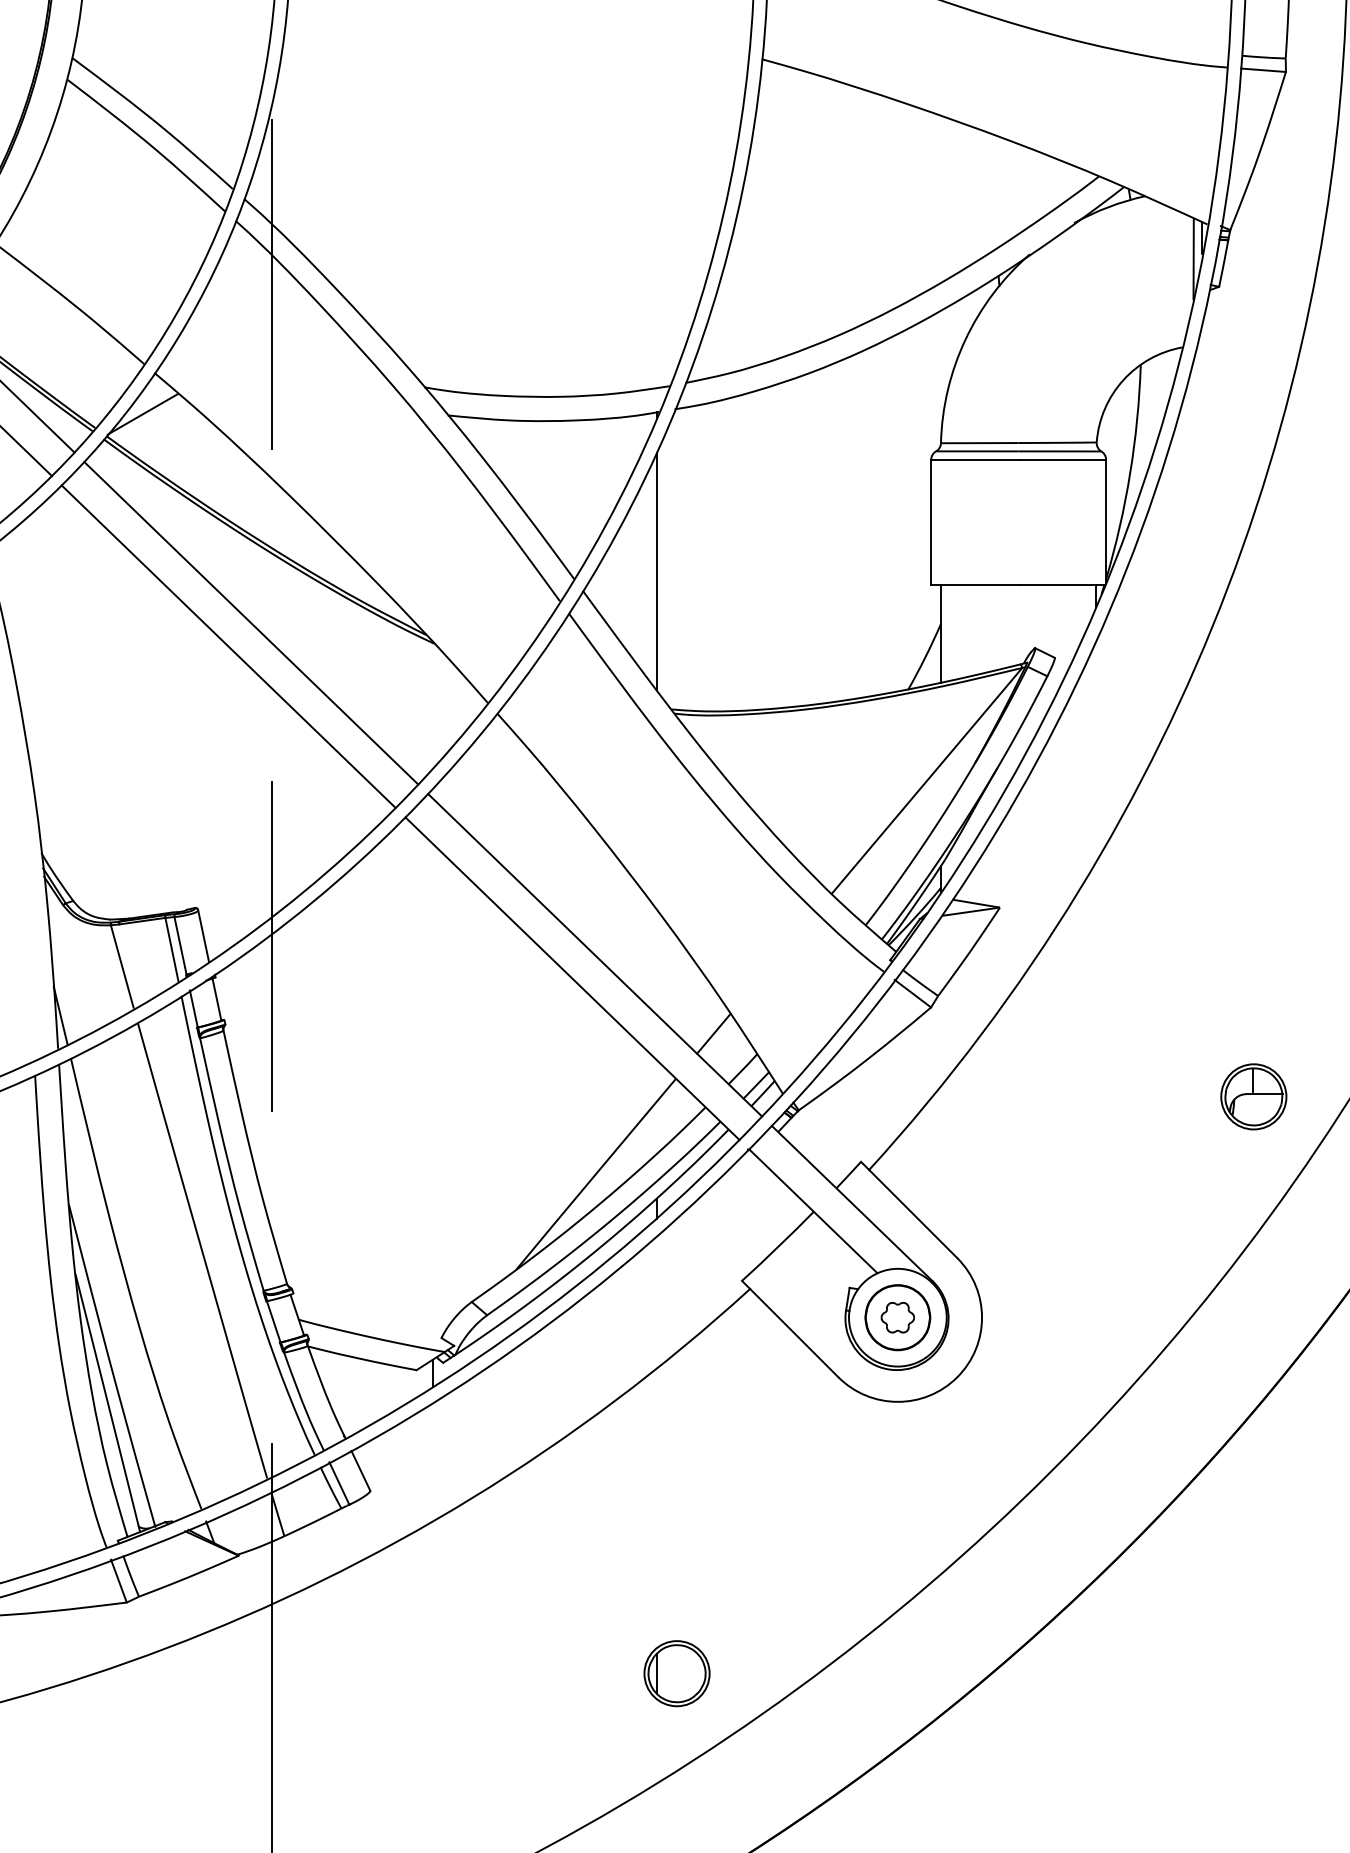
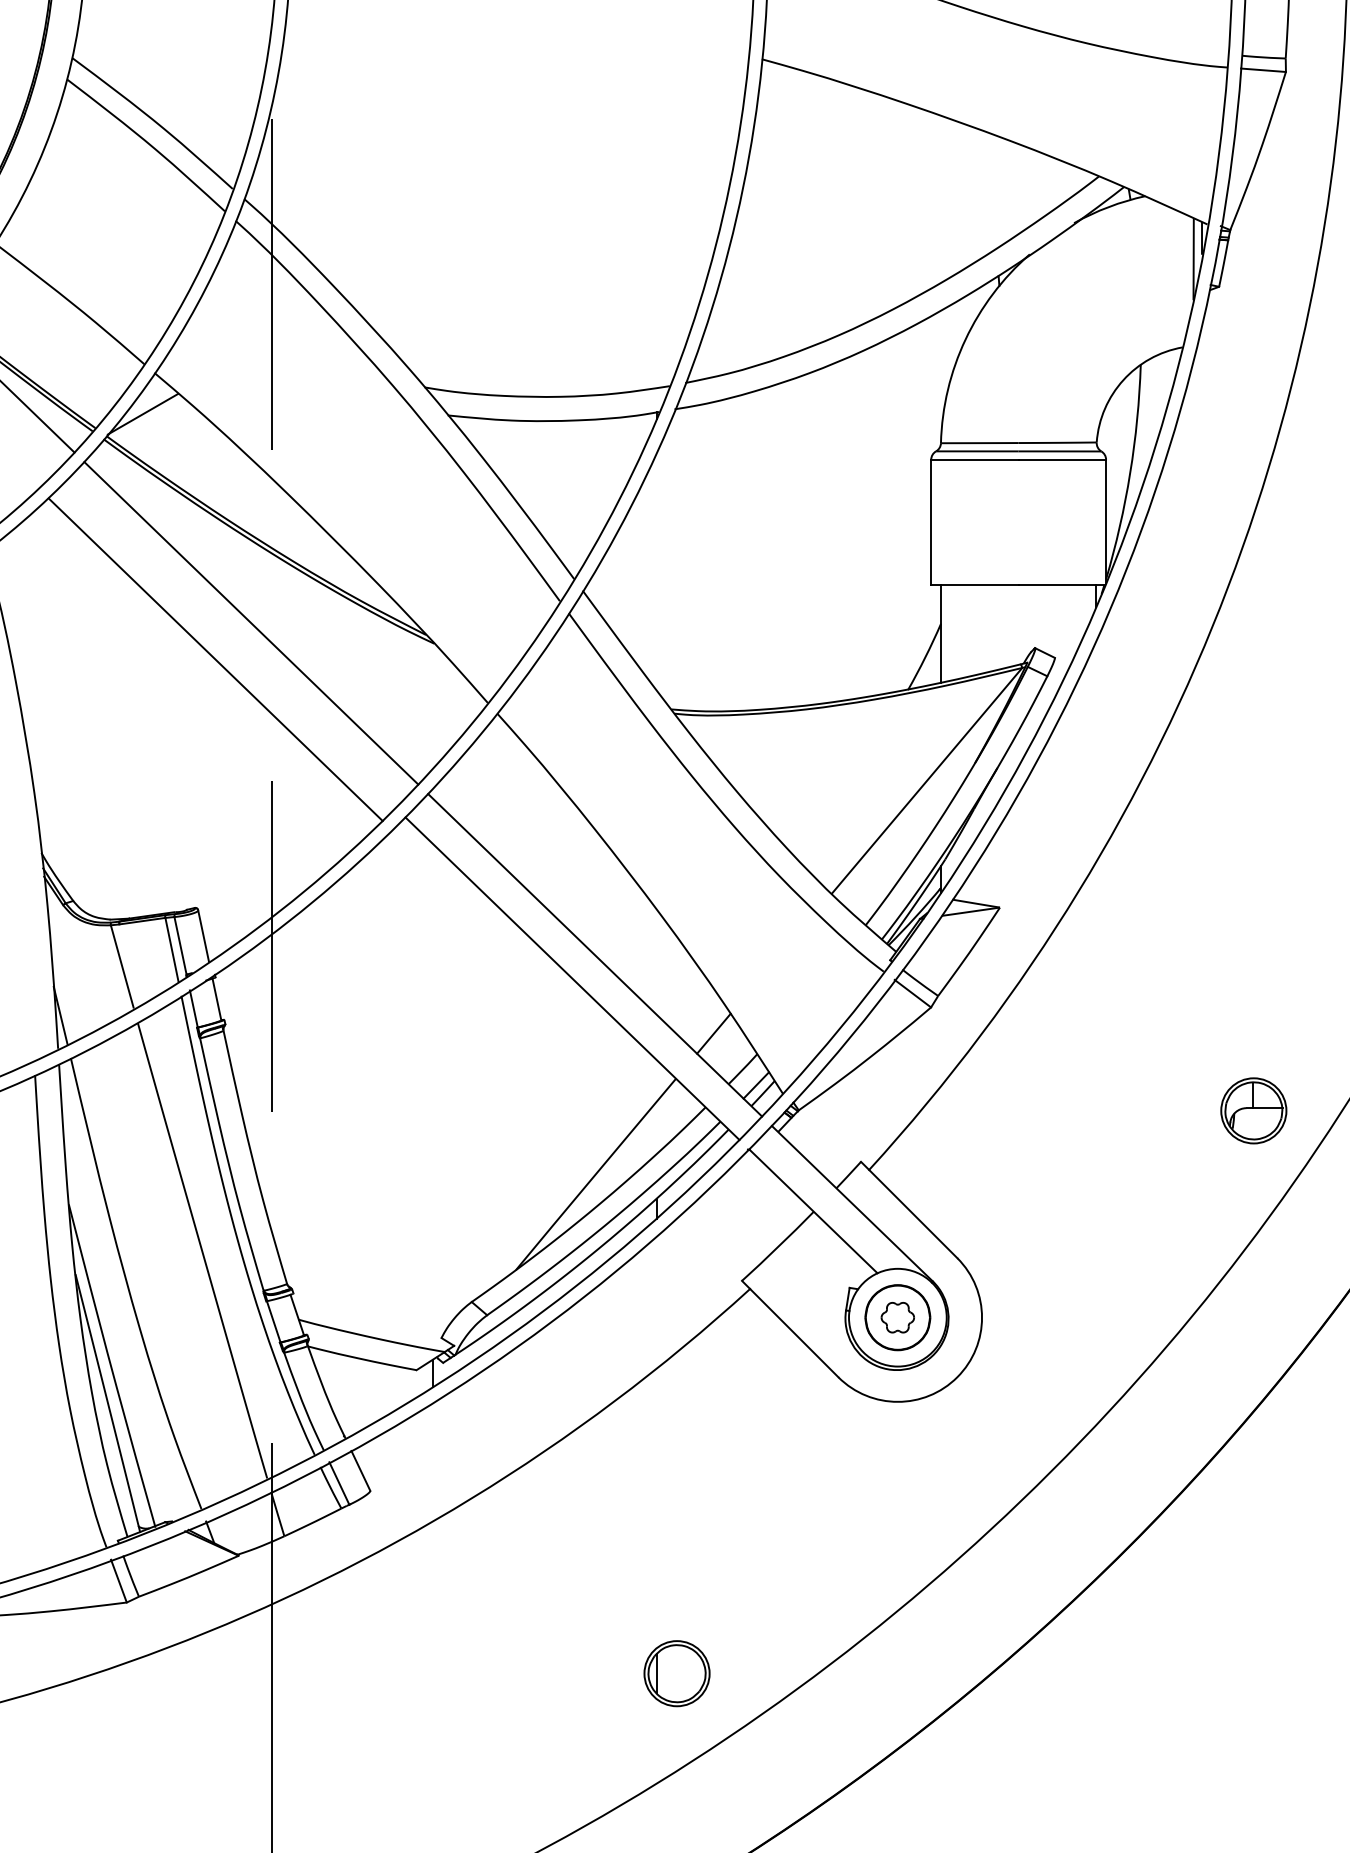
line at (26, 452): present -> none
line at (656, 571): present -> none
line at (228, 646) position: (228, 646) -> (215, 659)
part at (1253, 1096) position: (1253, 1096) -> (1253, 1110)
